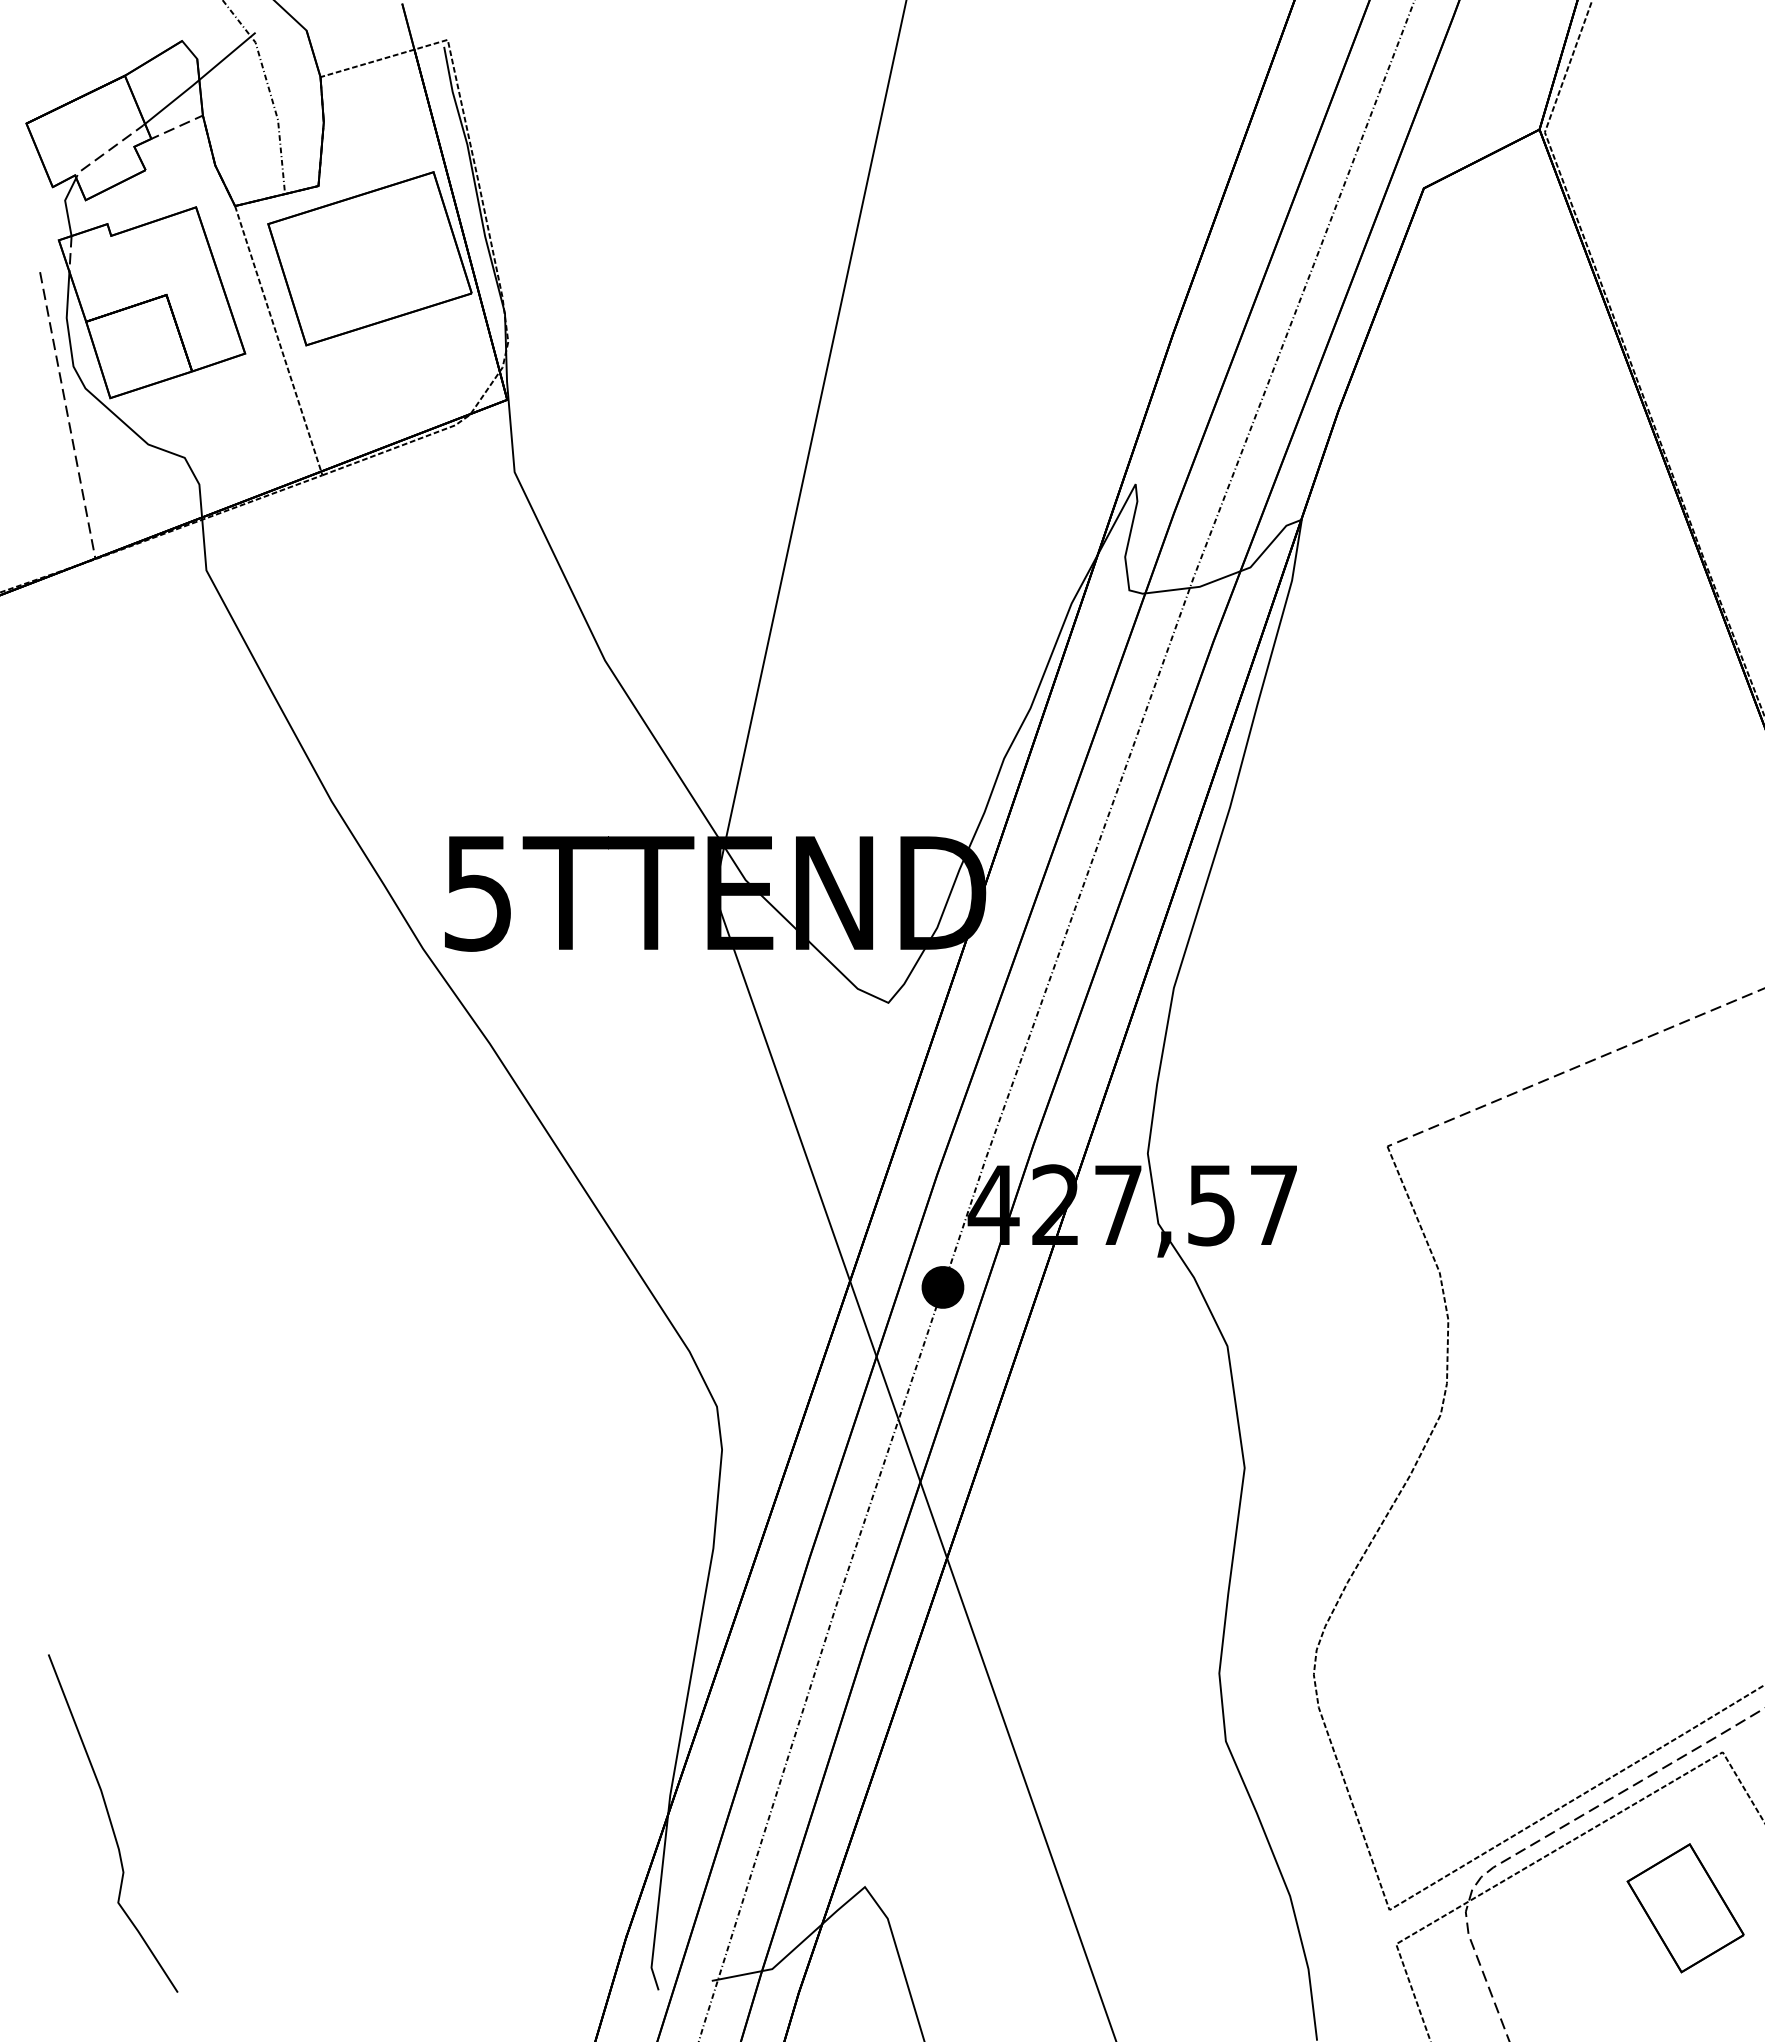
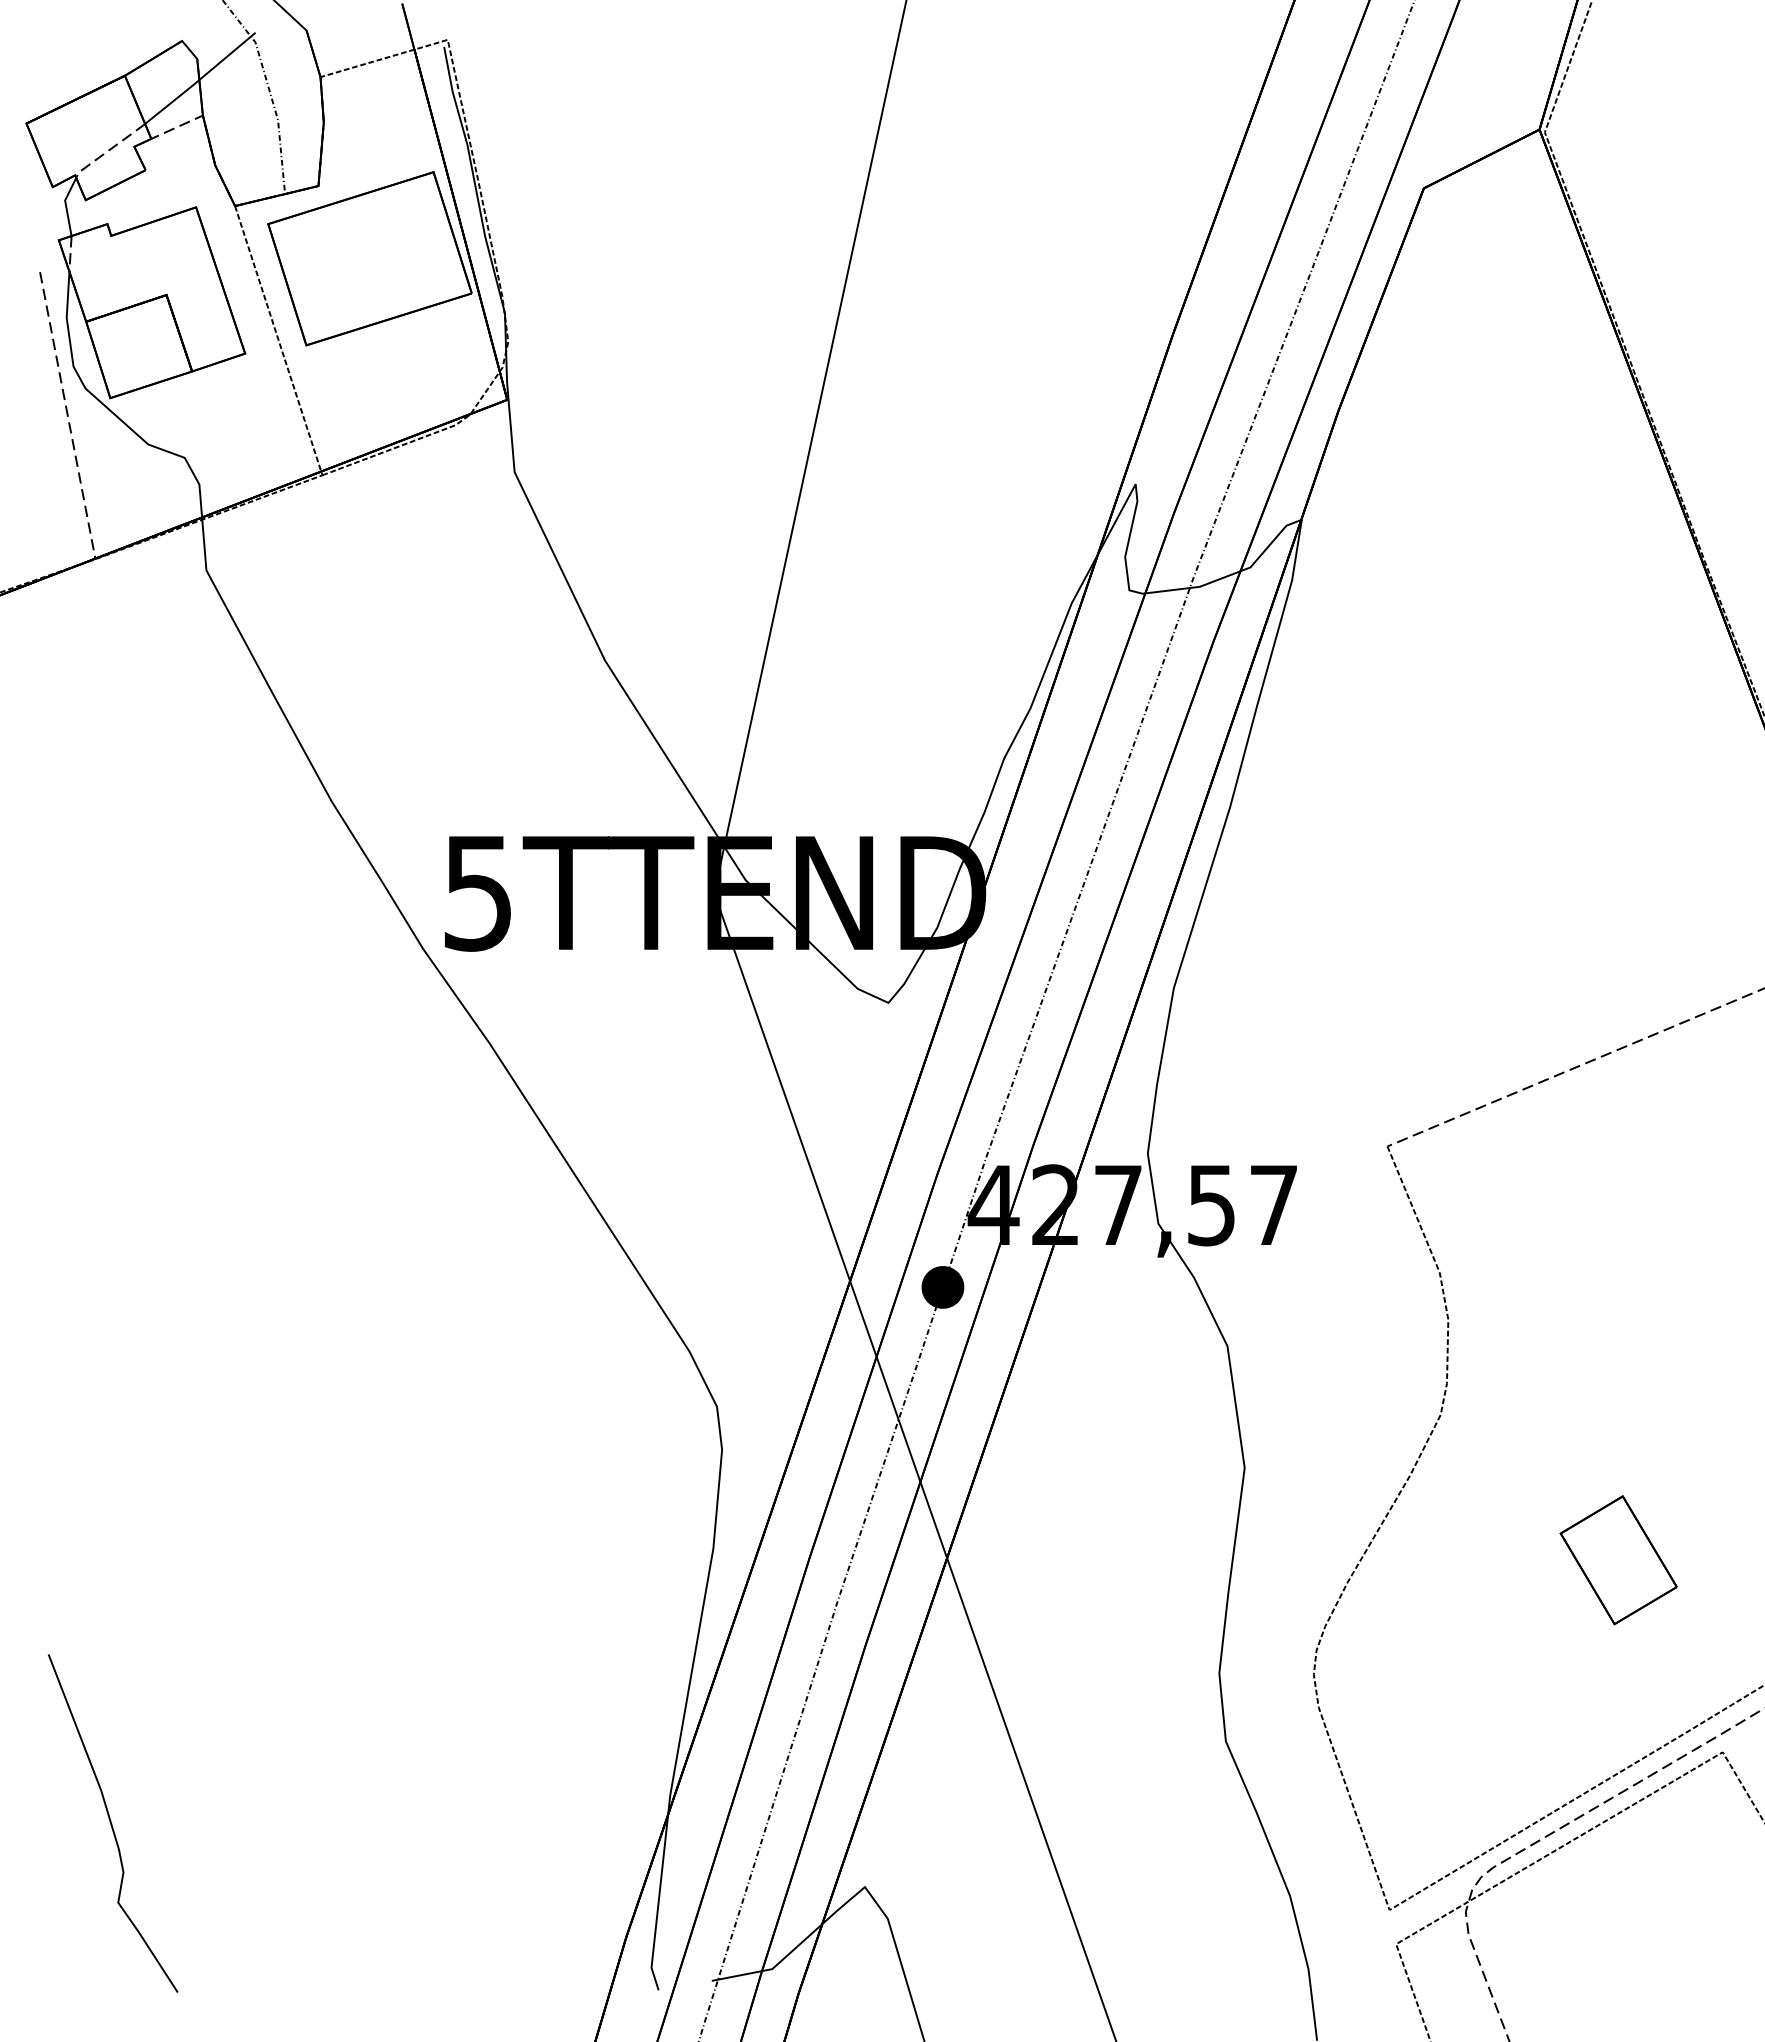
part at (1685, 1908) position: (1685, 1908) -> (1618, 1560)
